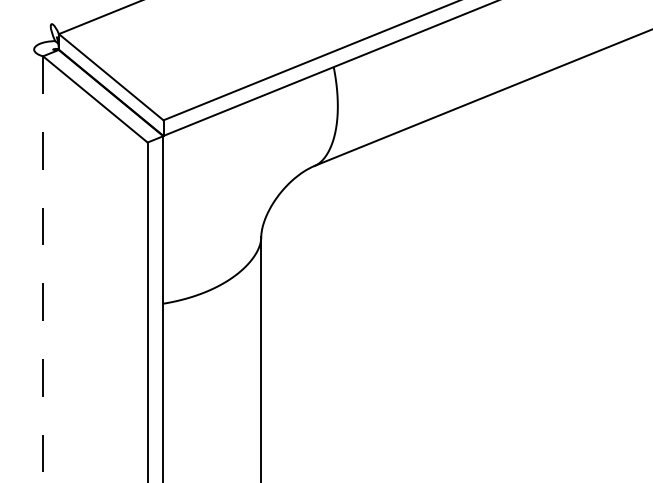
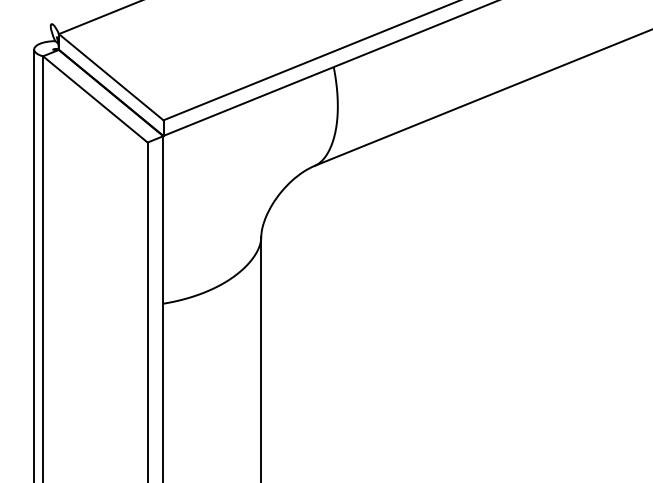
line at (34, 264): none -> present
line at (43, 269): dashed -> solid
